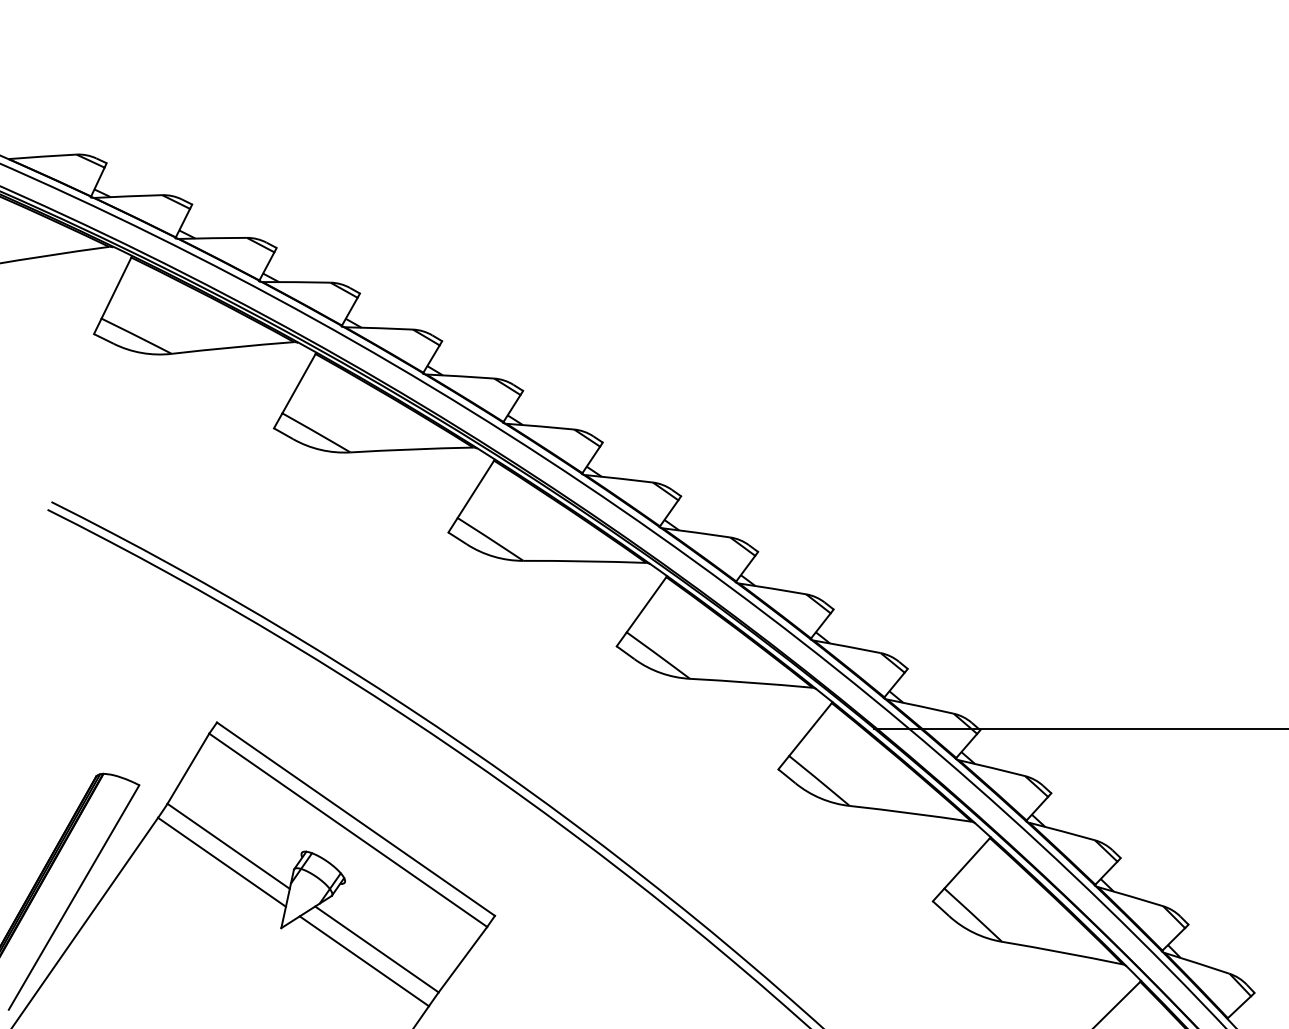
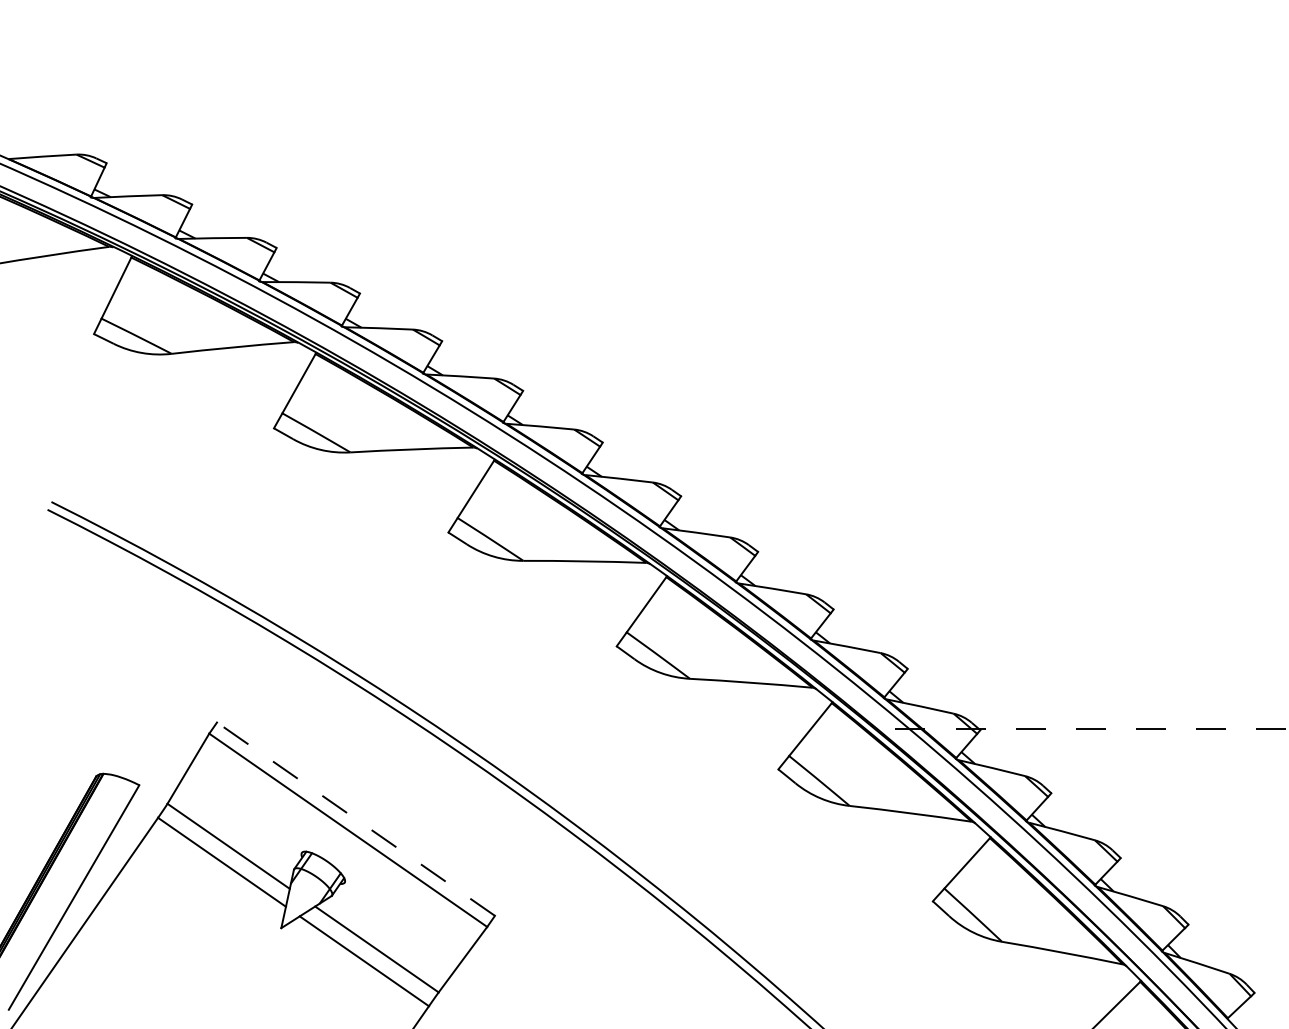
line at (1081, 728): solid -> dashed
line at (355, 818): solid -> dashed
